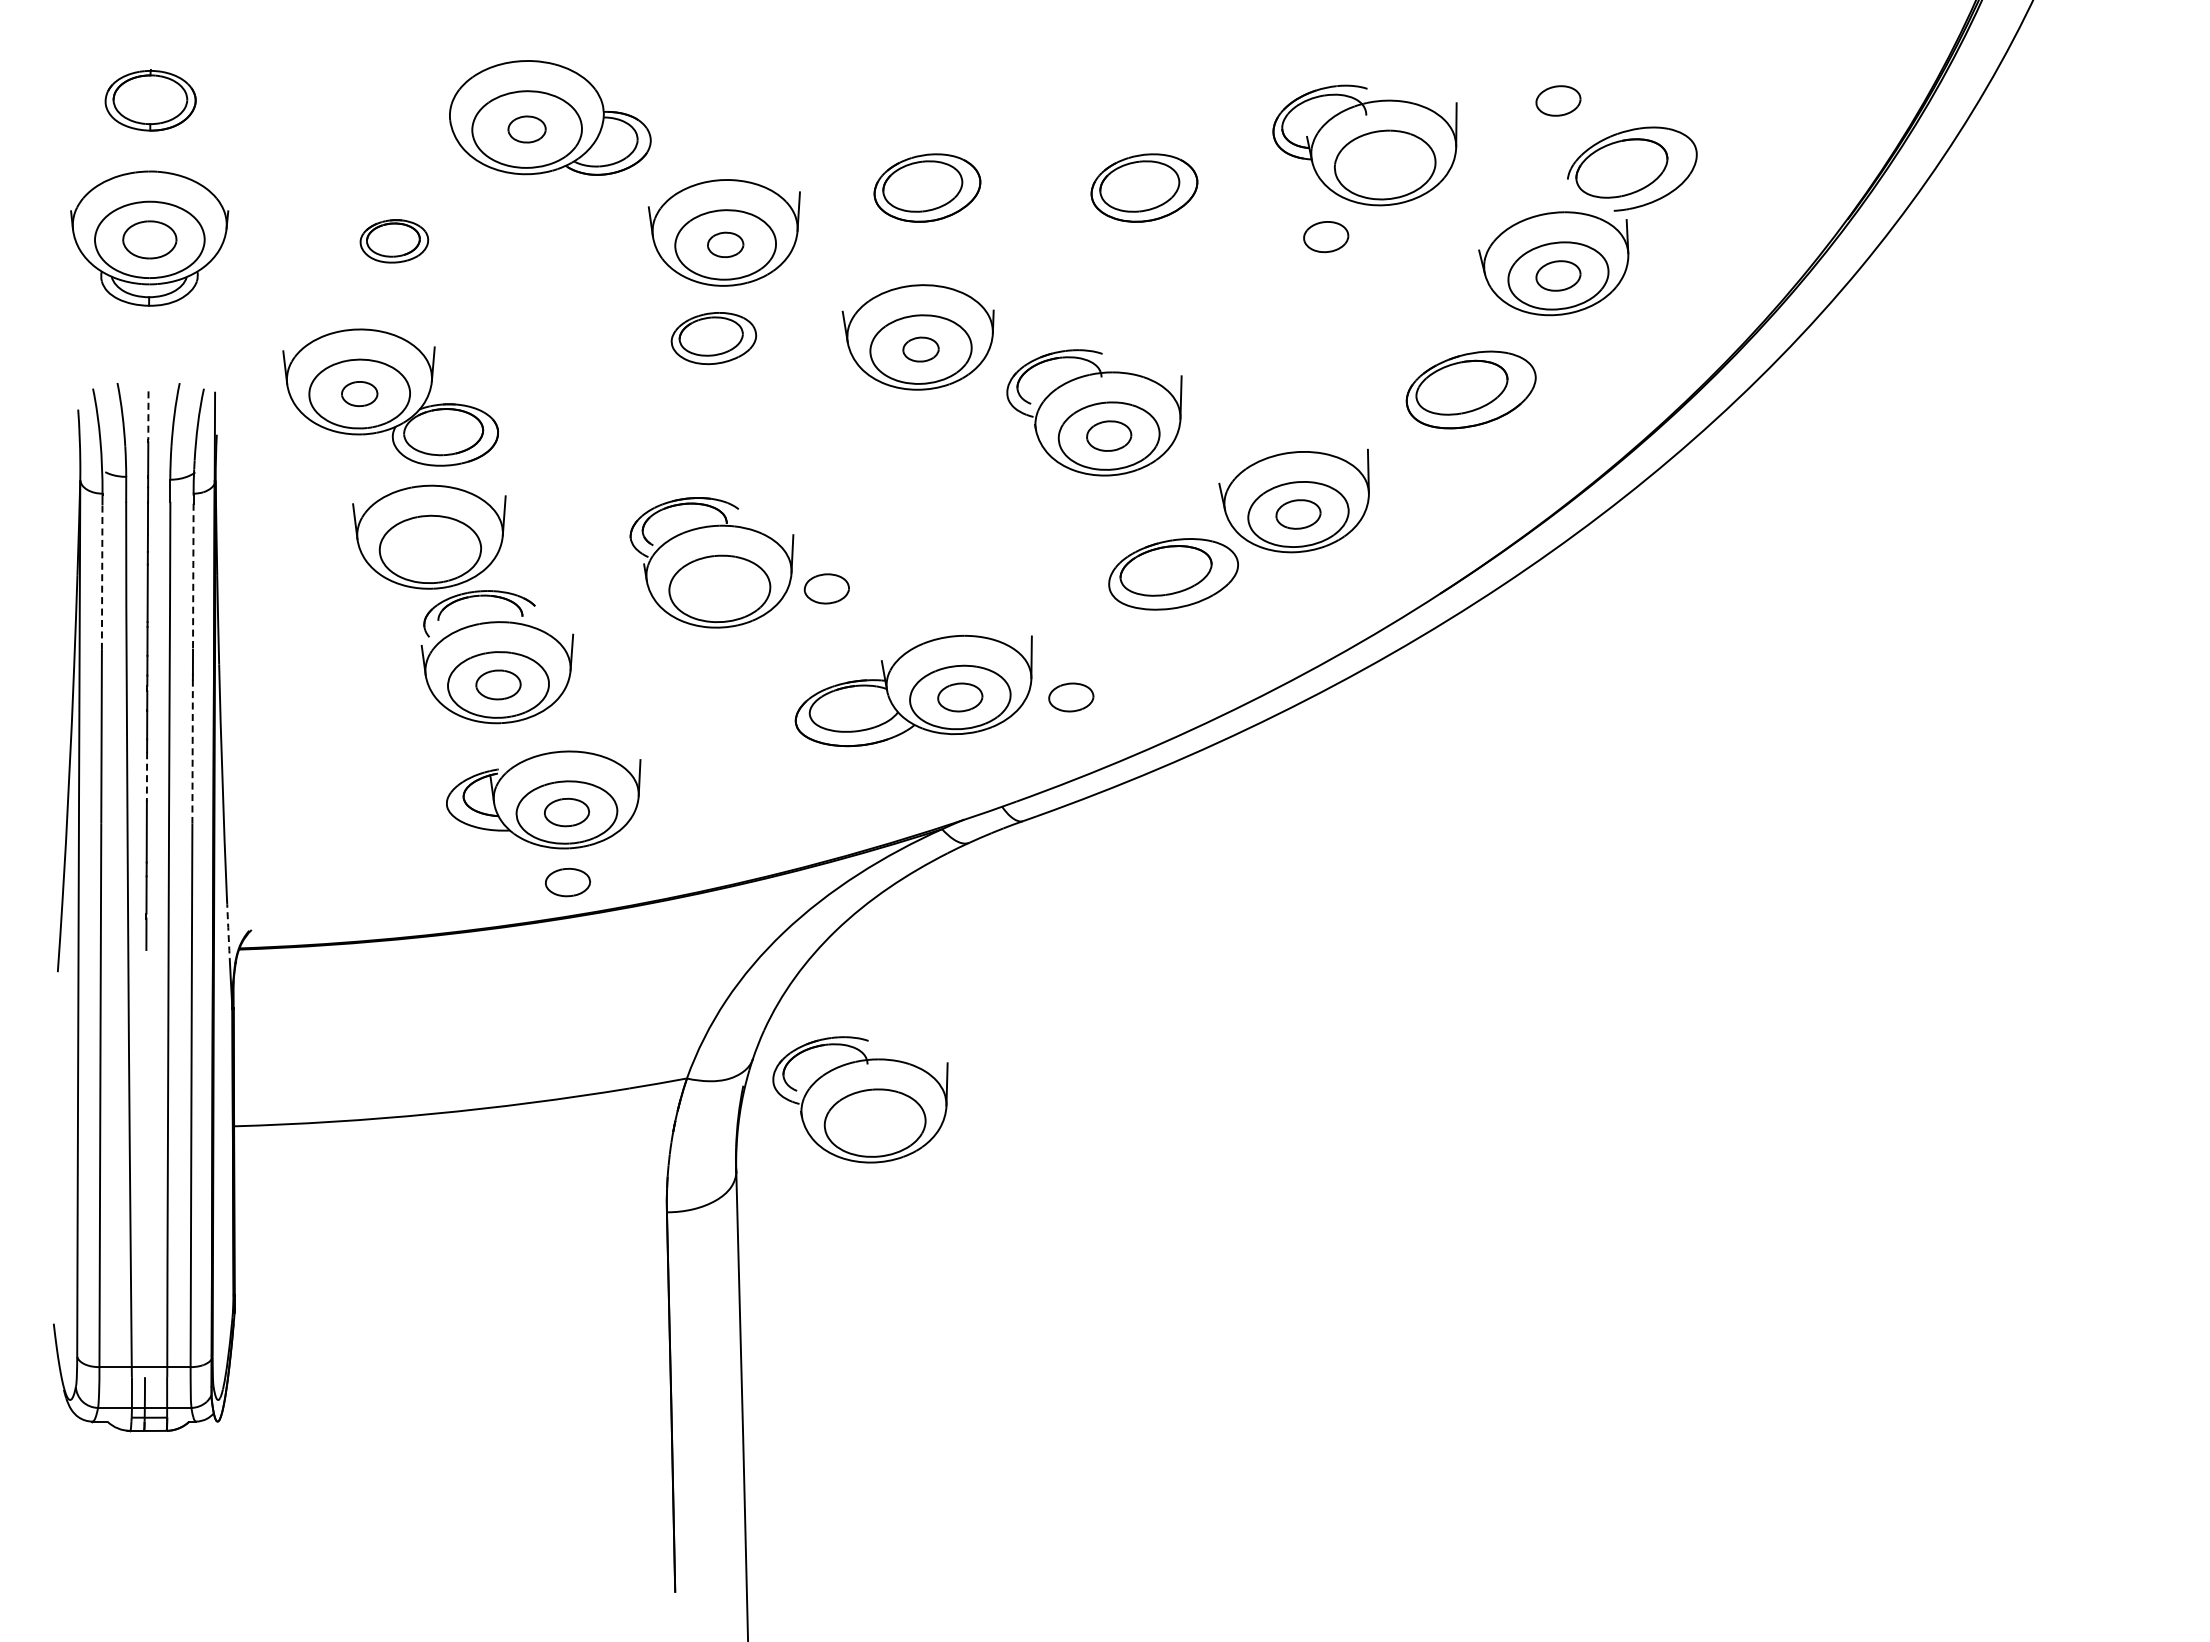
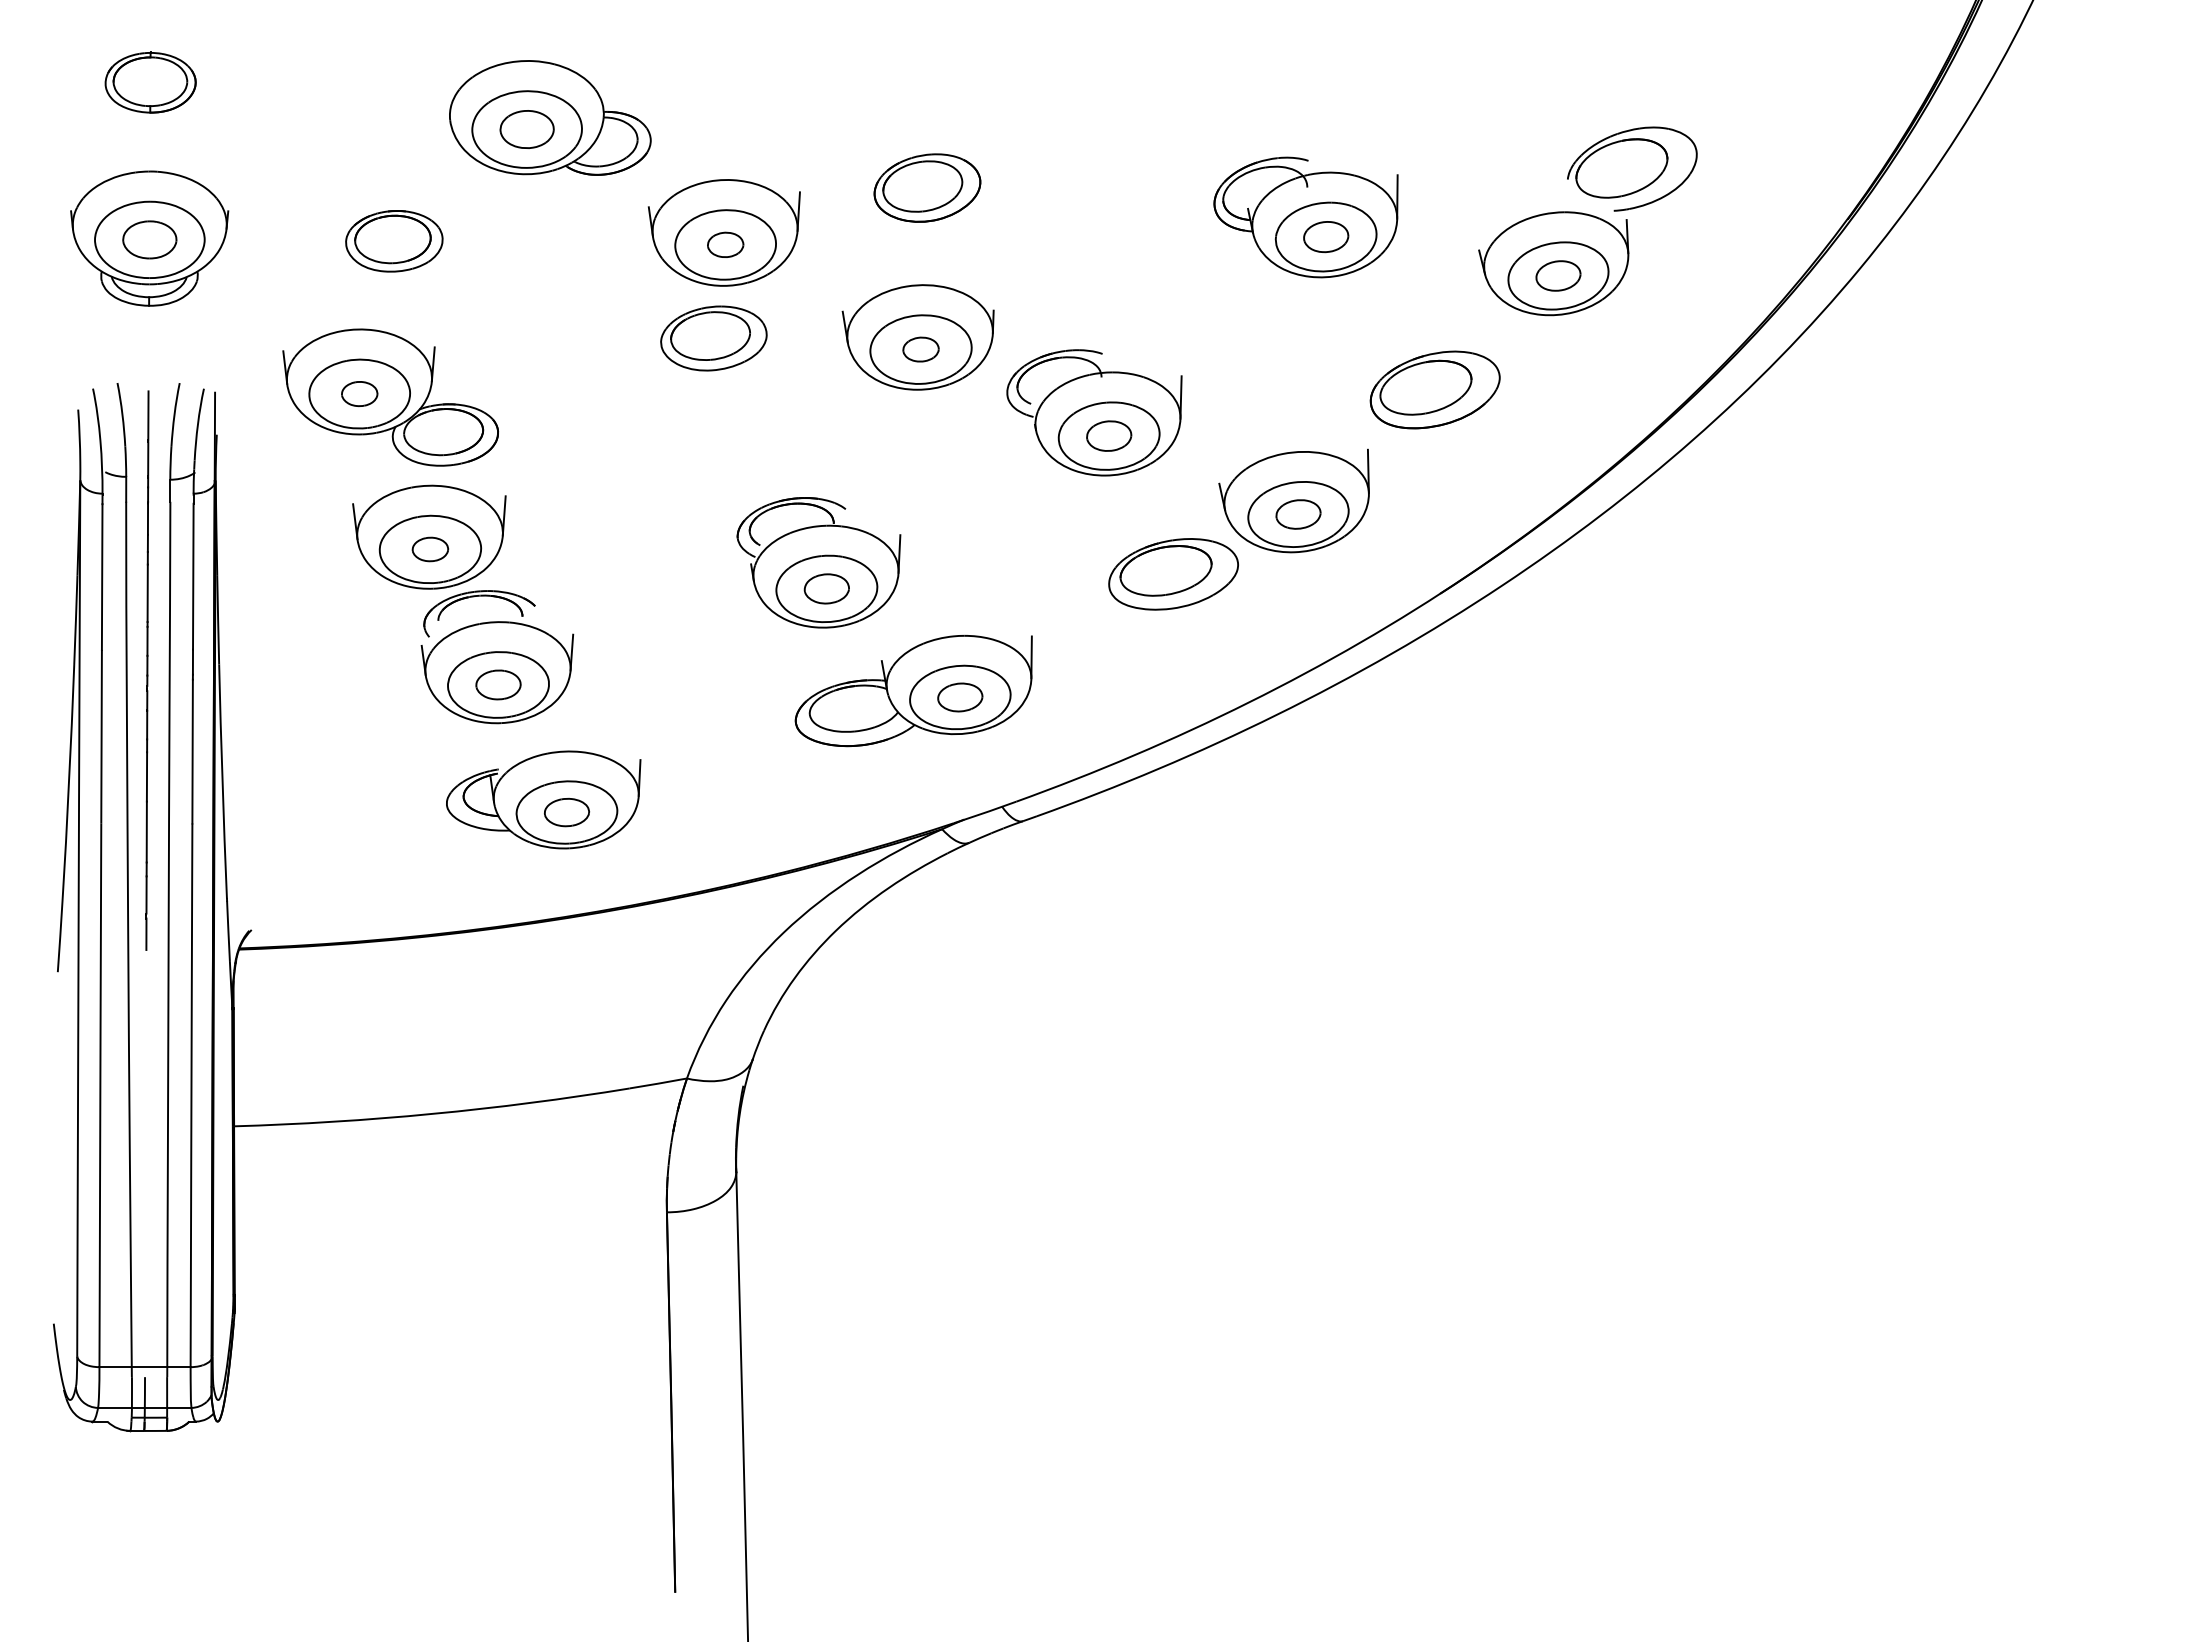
part at (150, 100) position: (150, 100) -> (150, 82)
part at (1558, 100): present -> none
part at (526, 129) size: 40x29 px -> 56x39 px
part at (1364, 145) position: (1364, 145) -> (1305, 217)
part at (1144, 187): present -> none
part at (394, 241) size: 71x45 px -> 99x63 px
part at (713, 338) size: 88x54 px -> 108x67 px
part at (1470, 389) position: (1470, 389) -> (1434, 389)
line at (148, 416): dashed -> solid
part at (430, 549): none -> present
part at (711, 562) position: (711, 562) -> (818, 562)
line at (193, 576): dashed -> solid
line at (102, 577): dashed -> solid
part at (1071, 697): present -> none
line at (192, 751): dashed -> solid
line at (147, 776): dashed -> solid
part at (568, 882): present -> none
arc at (228, 931): dashed -> solid
part at (860, 1099): present -> none
